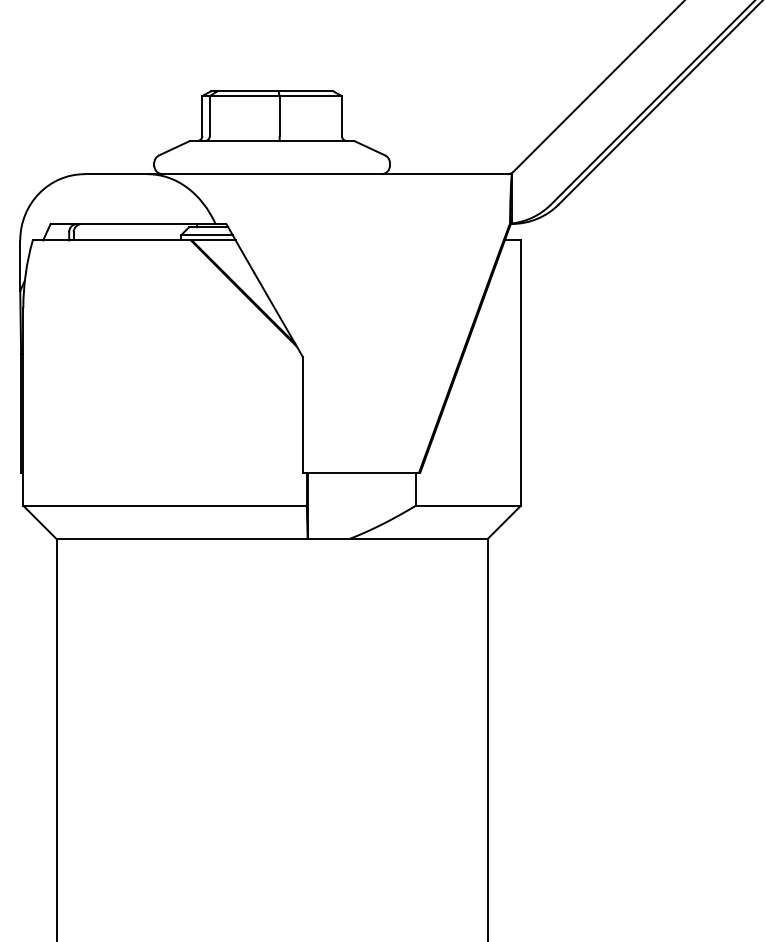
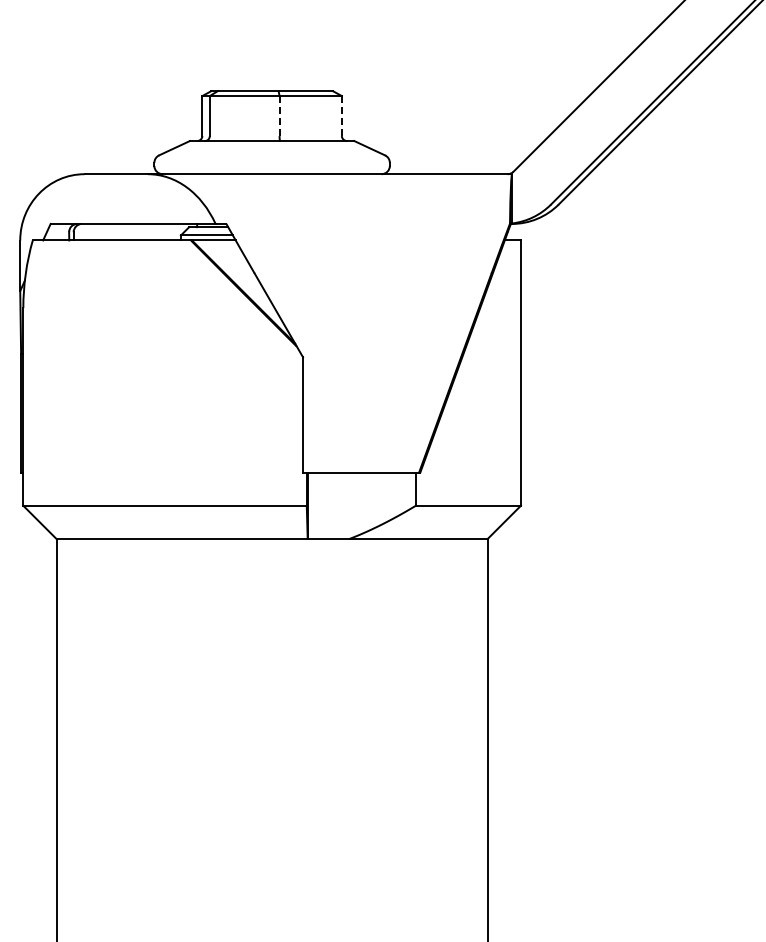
line at (279, 115): solid -> dashed
line at (341, 115): solid -> dashed
